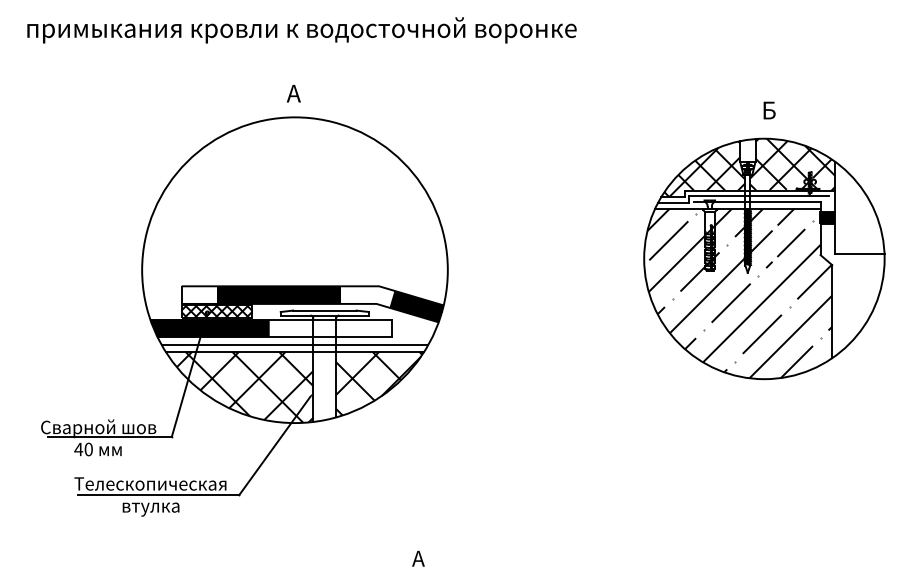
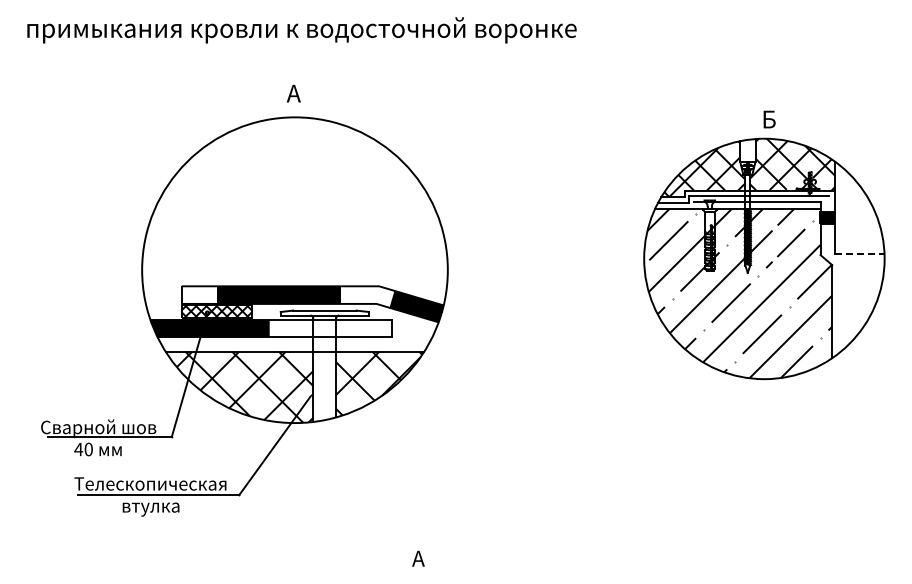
text at (769, 110) position: (769, 110) -> (769, 119)
line at (859, 253): solid -> dashed
line at (294, 345): present -> none
